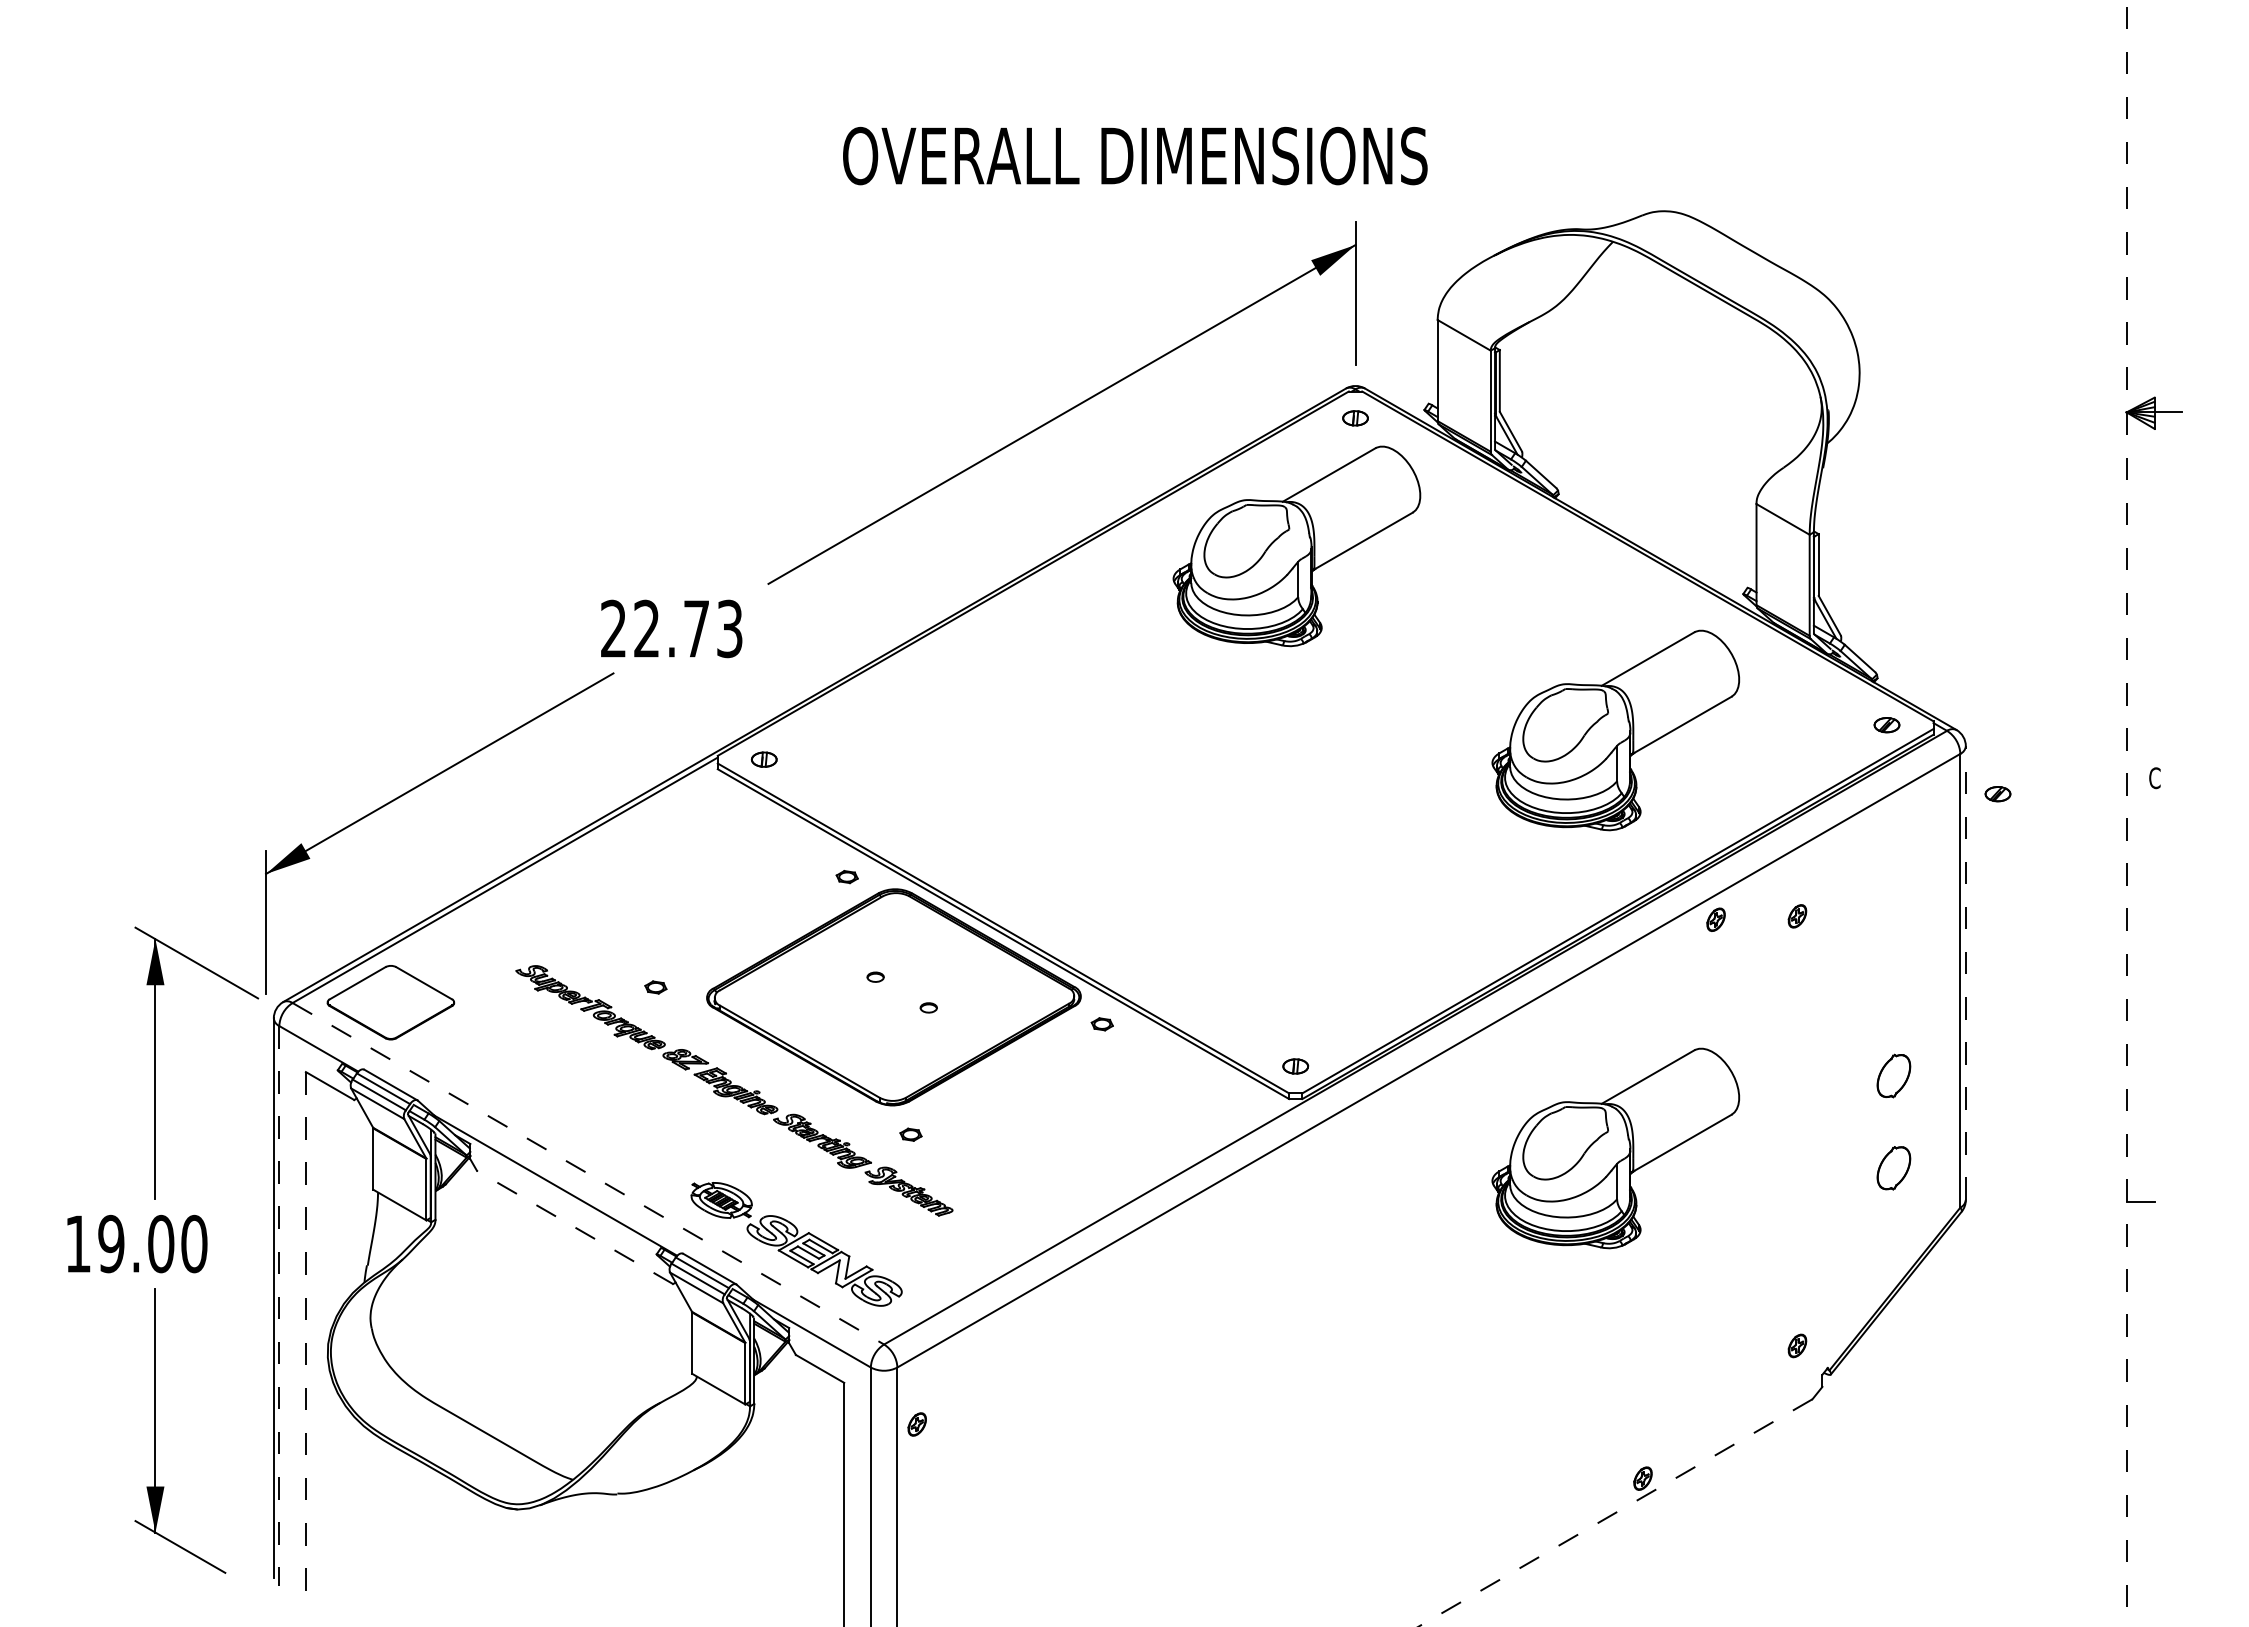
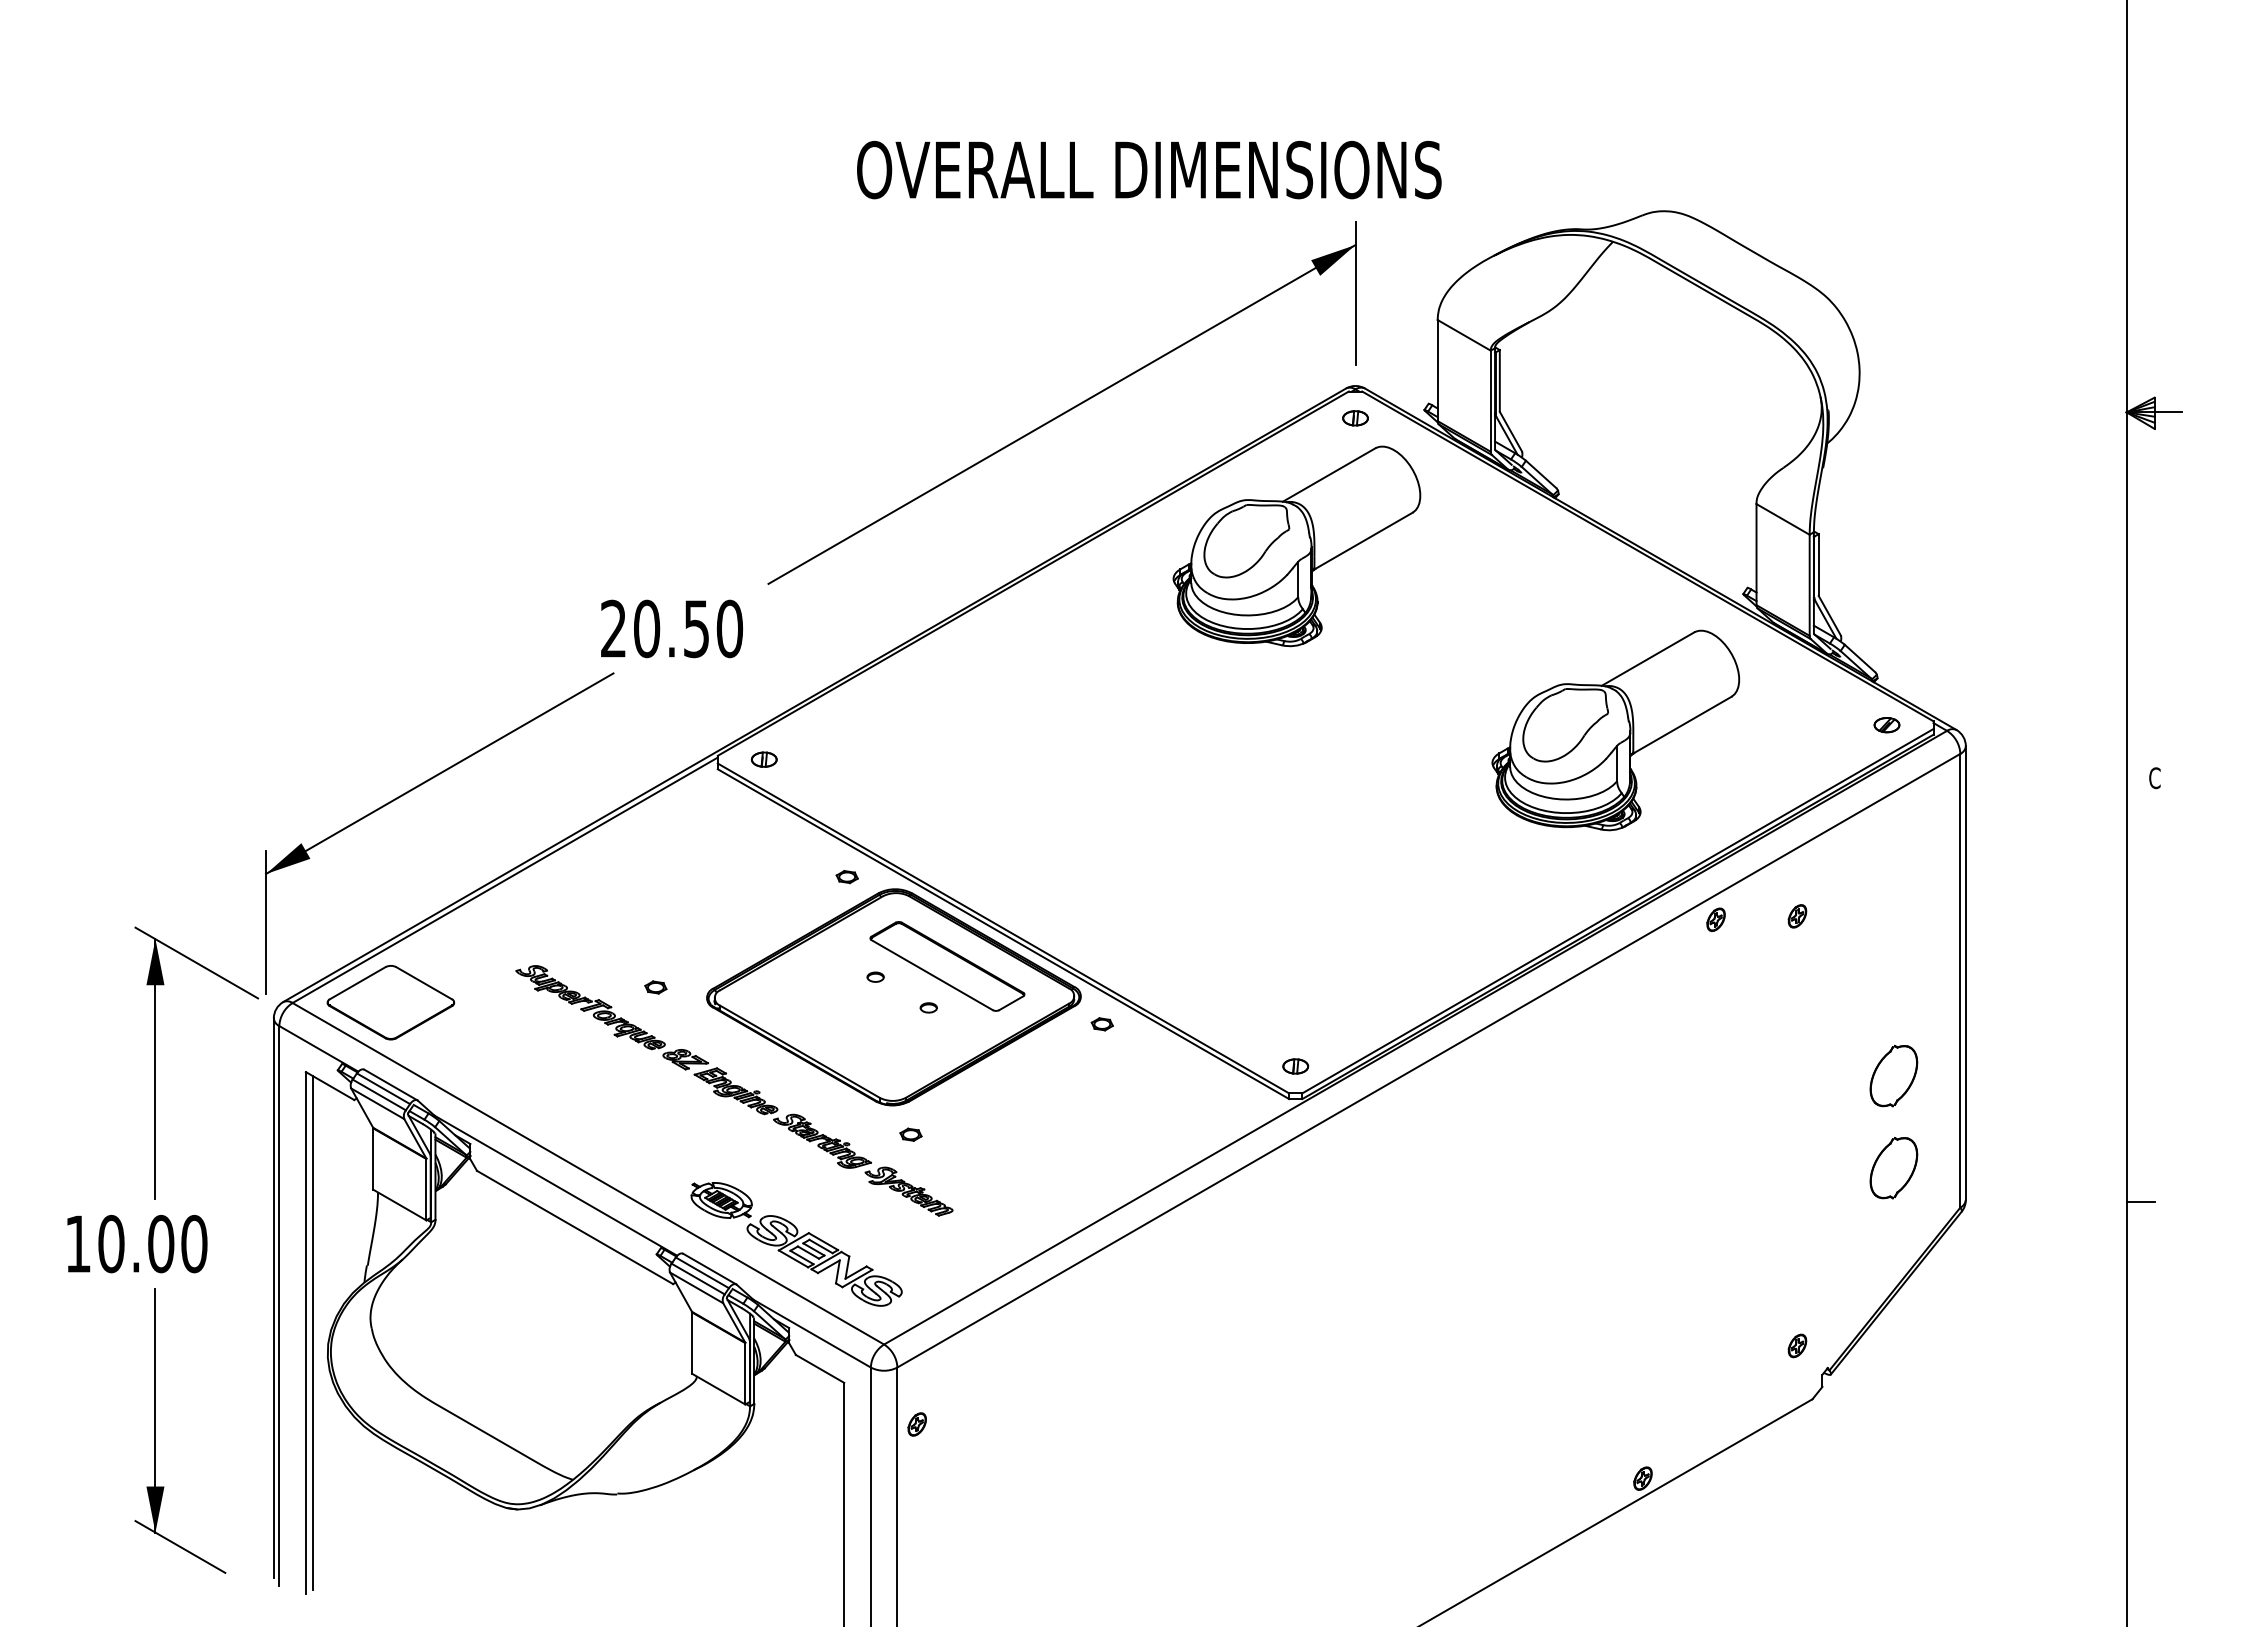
text at (1135, 155) position: (1135, 155) -> (1149, 169)
text at (688, 628): 22.73 -> 20.50
part at (1997, 794): present -> none
line at (2126, 813): dashed -> solid
part at (947, 966): none -> present
line at (1965, 973): dashed -> solid
part at (1893, 1075) size: 36x46 px -> 50x64 px
part at (1615, 1148): present -> none
part at (1893, 1168) size: 36x45 px -> 50x63 px
line at (588, 1173): dashed -> solid
line at (574, 1227): dashed -> solid
text at (111, 1244): 19.00 -> 10.00
line at (279, 1306): dashed -> solid
line at (305, 1332): dashed -> solid
line at (312, 1332): none -> present
line at (1615, 1513): dashed -> solid
